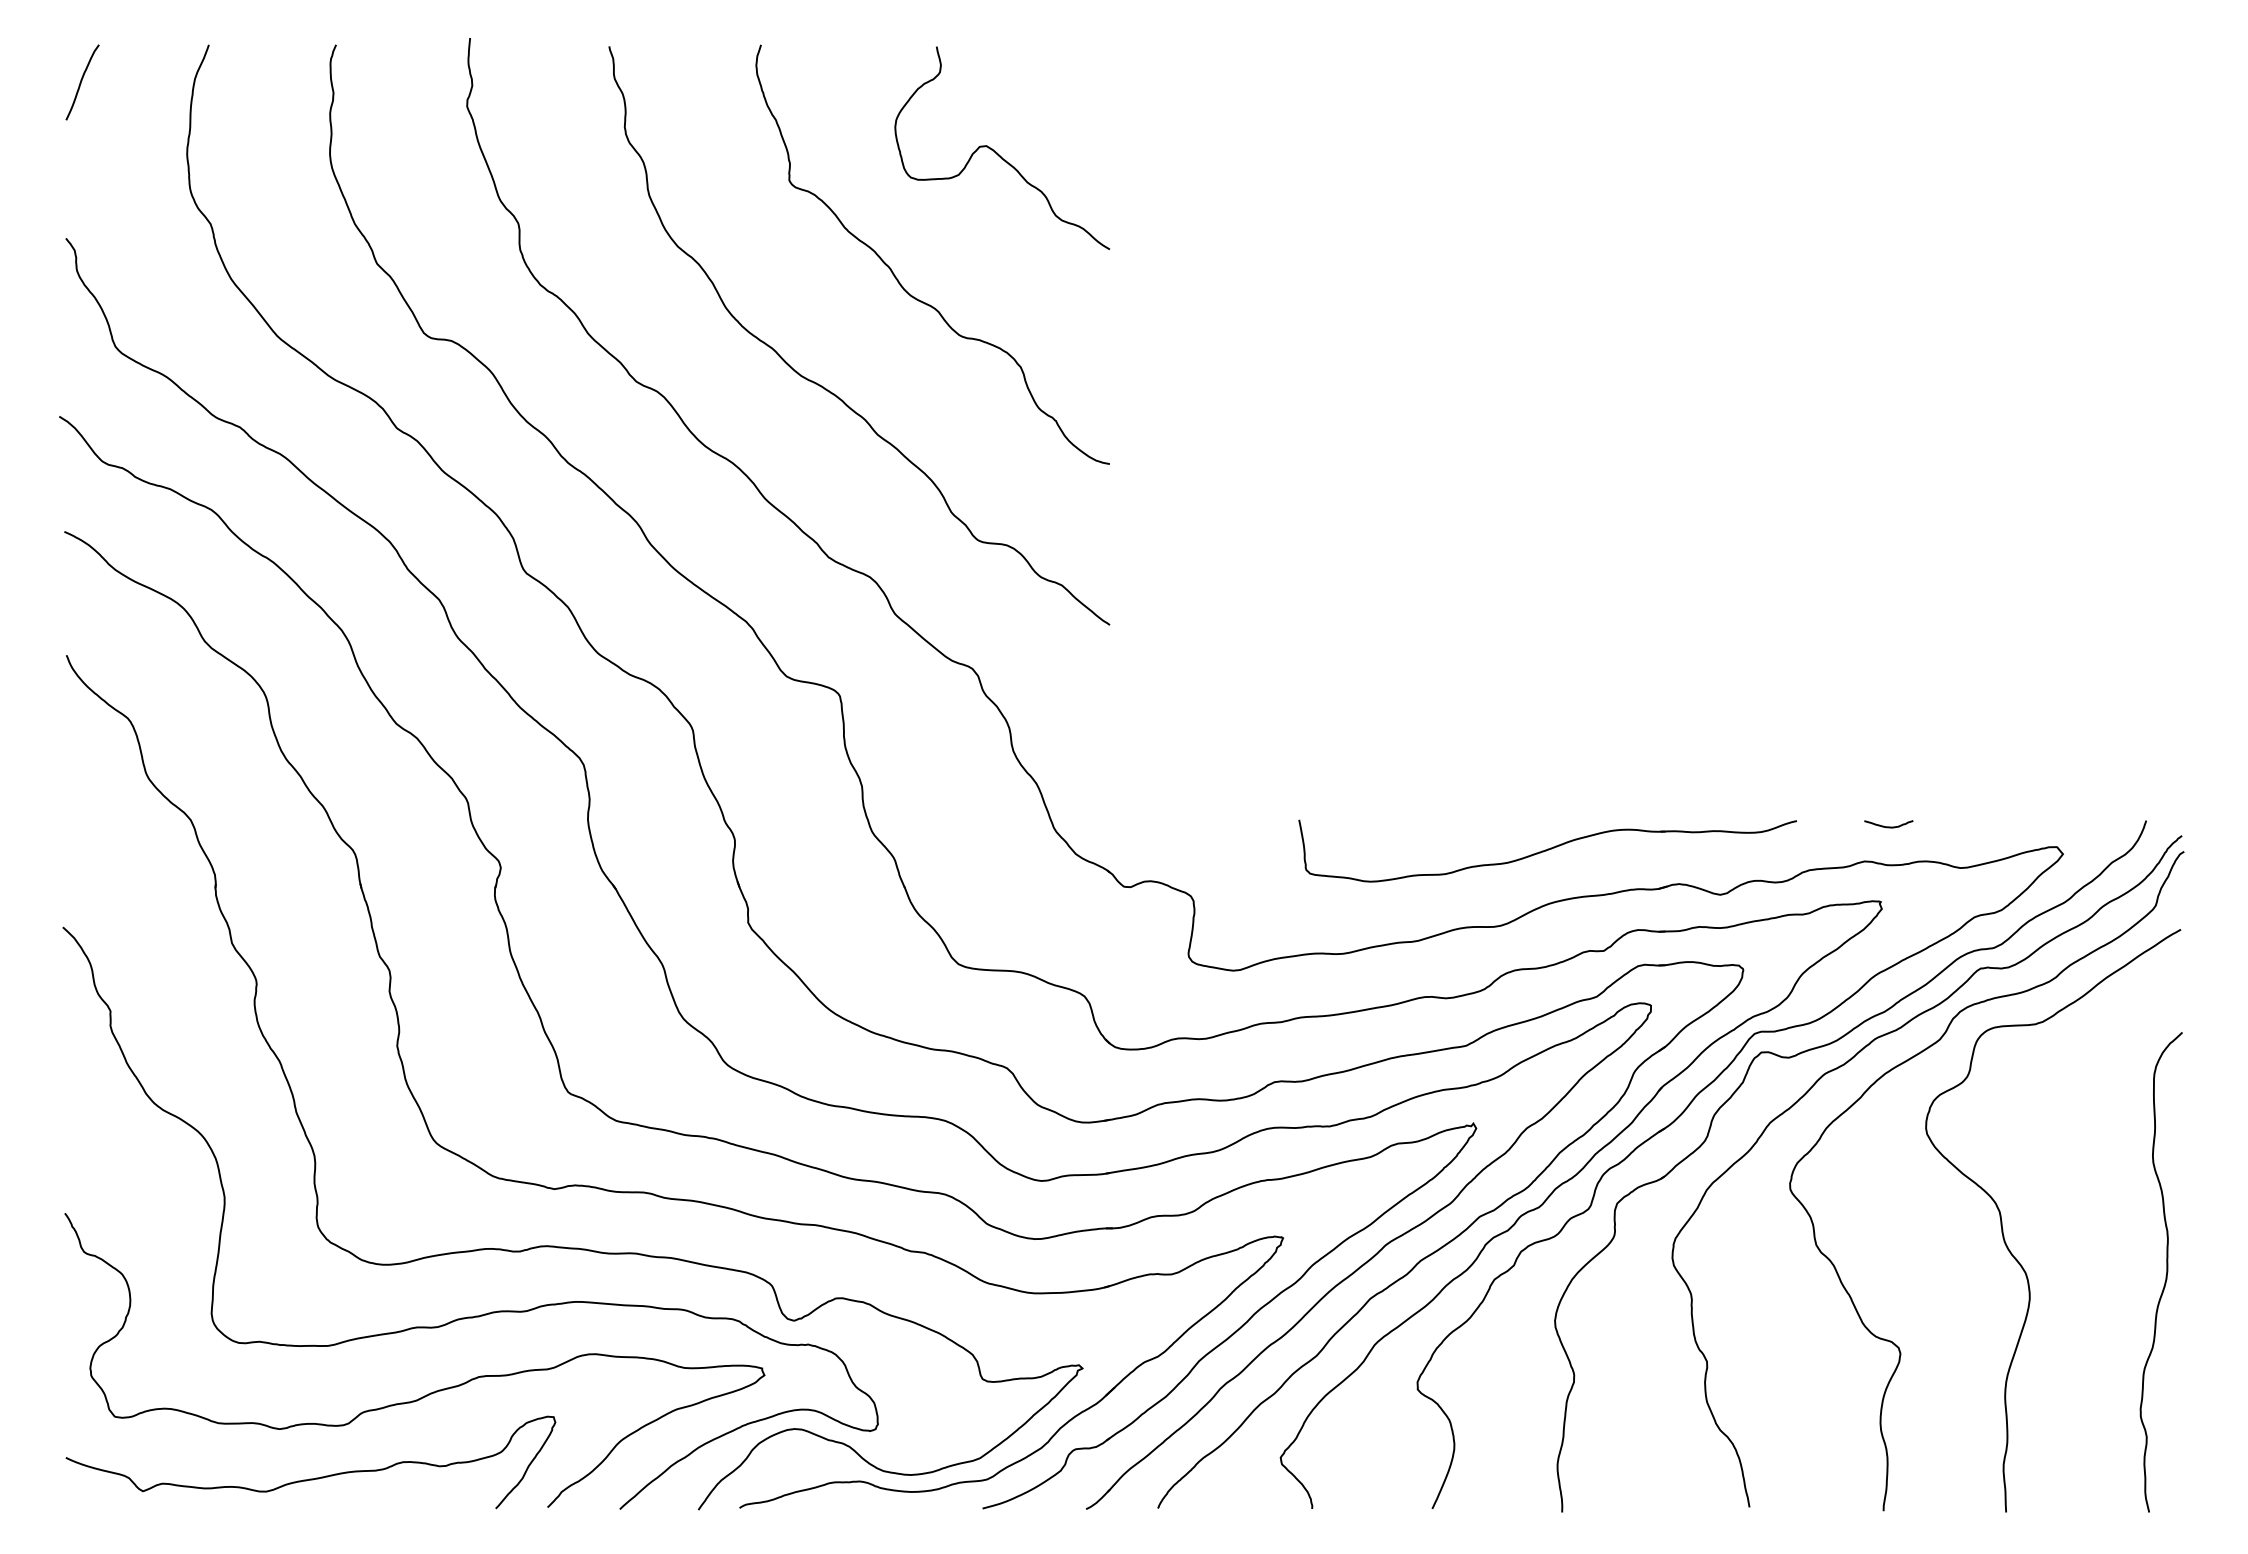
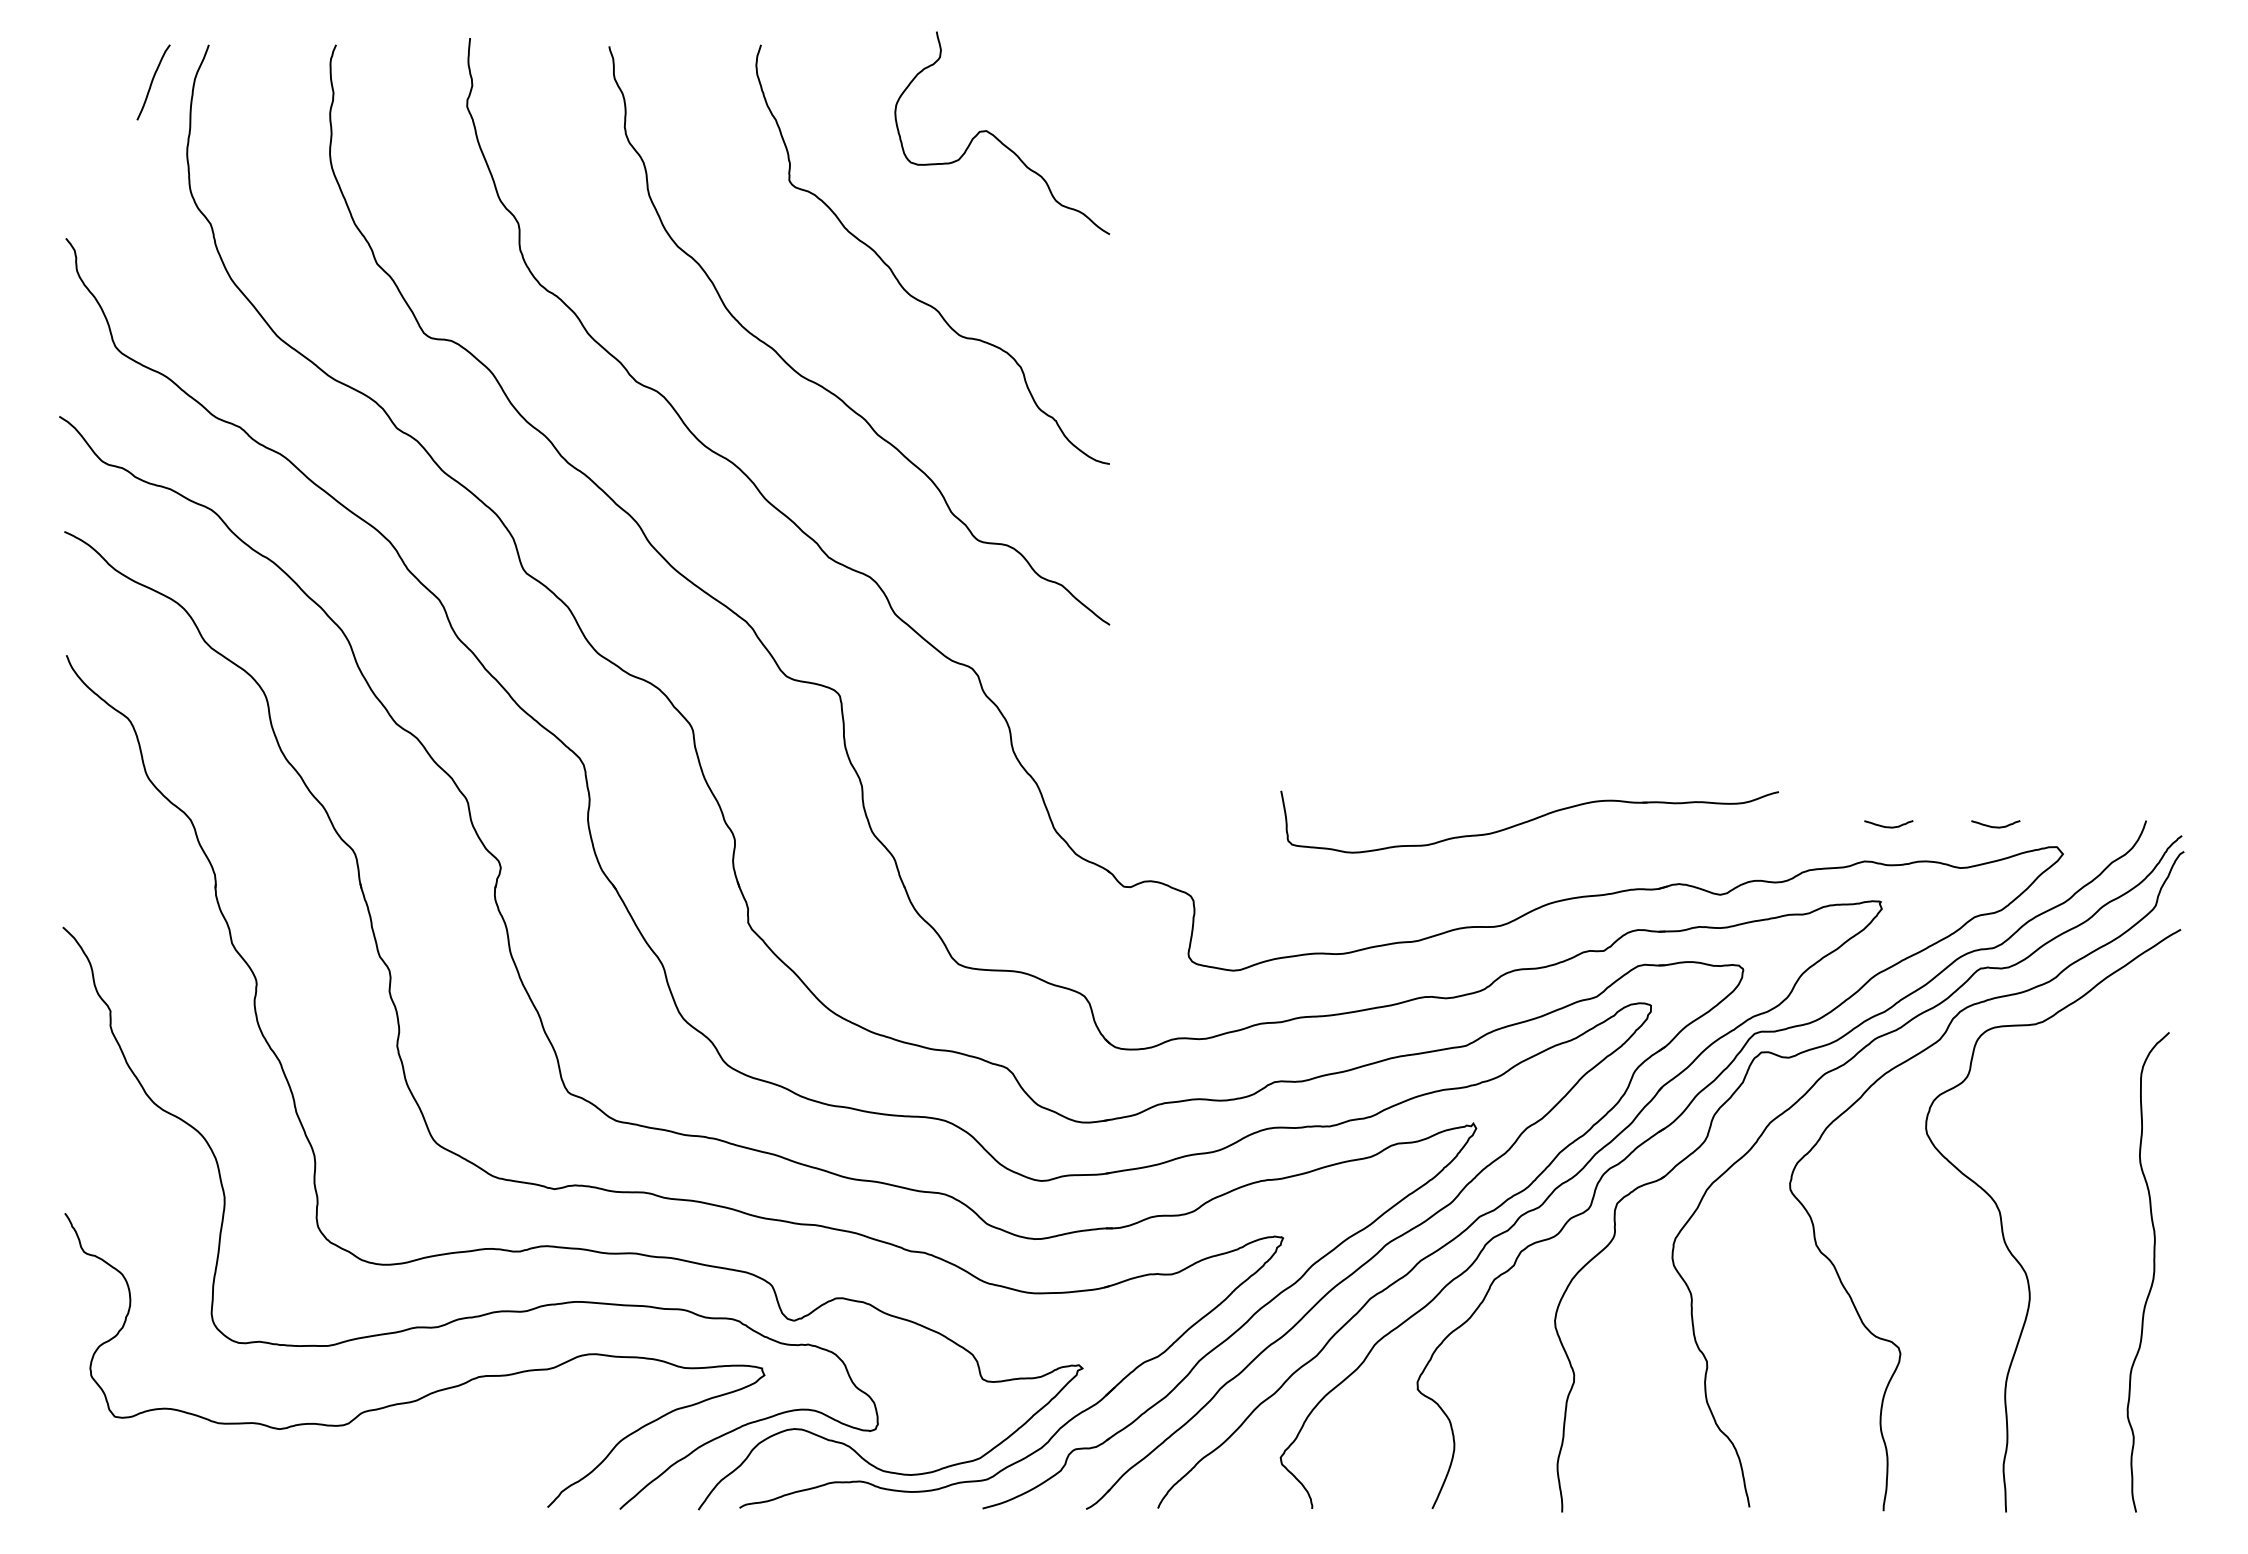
curve at (82, 81) position: (82, 81) -> (153, 81)
curve at (997, 152) position: (997, 152) -> (997, 137)
curve at (1995, 826): none -> present
part at (1547, 850) position: (1547, 850) -> (1529, 821)
curve at (2165, 1275) position: (2165, 1275) -> (2152, 1275)
curve at (310, 1478): present -> none
